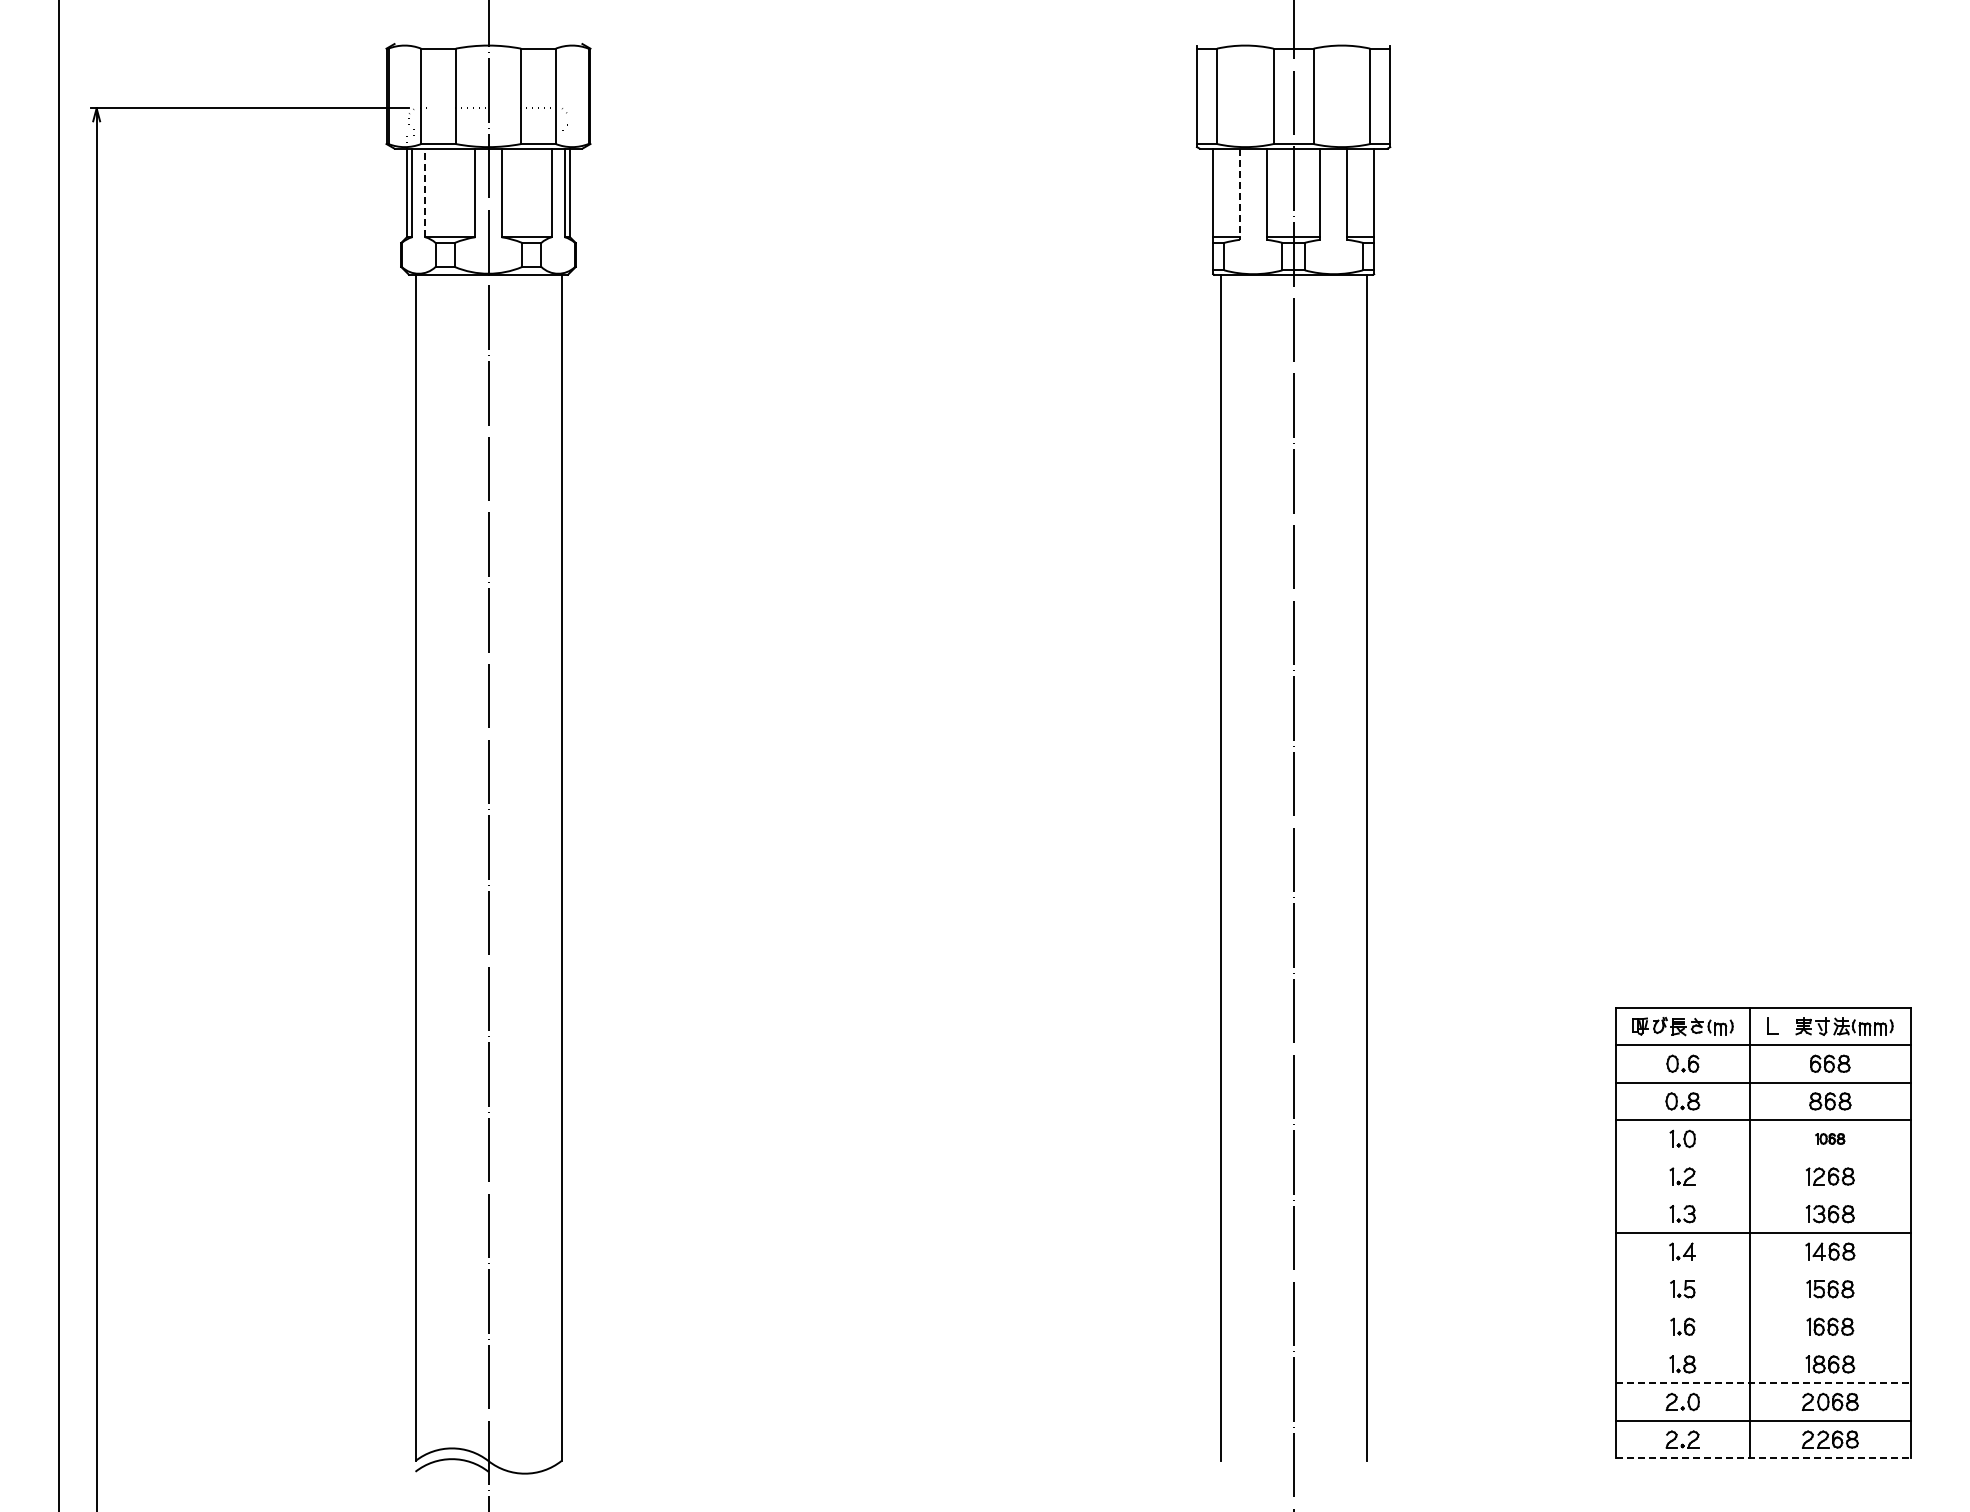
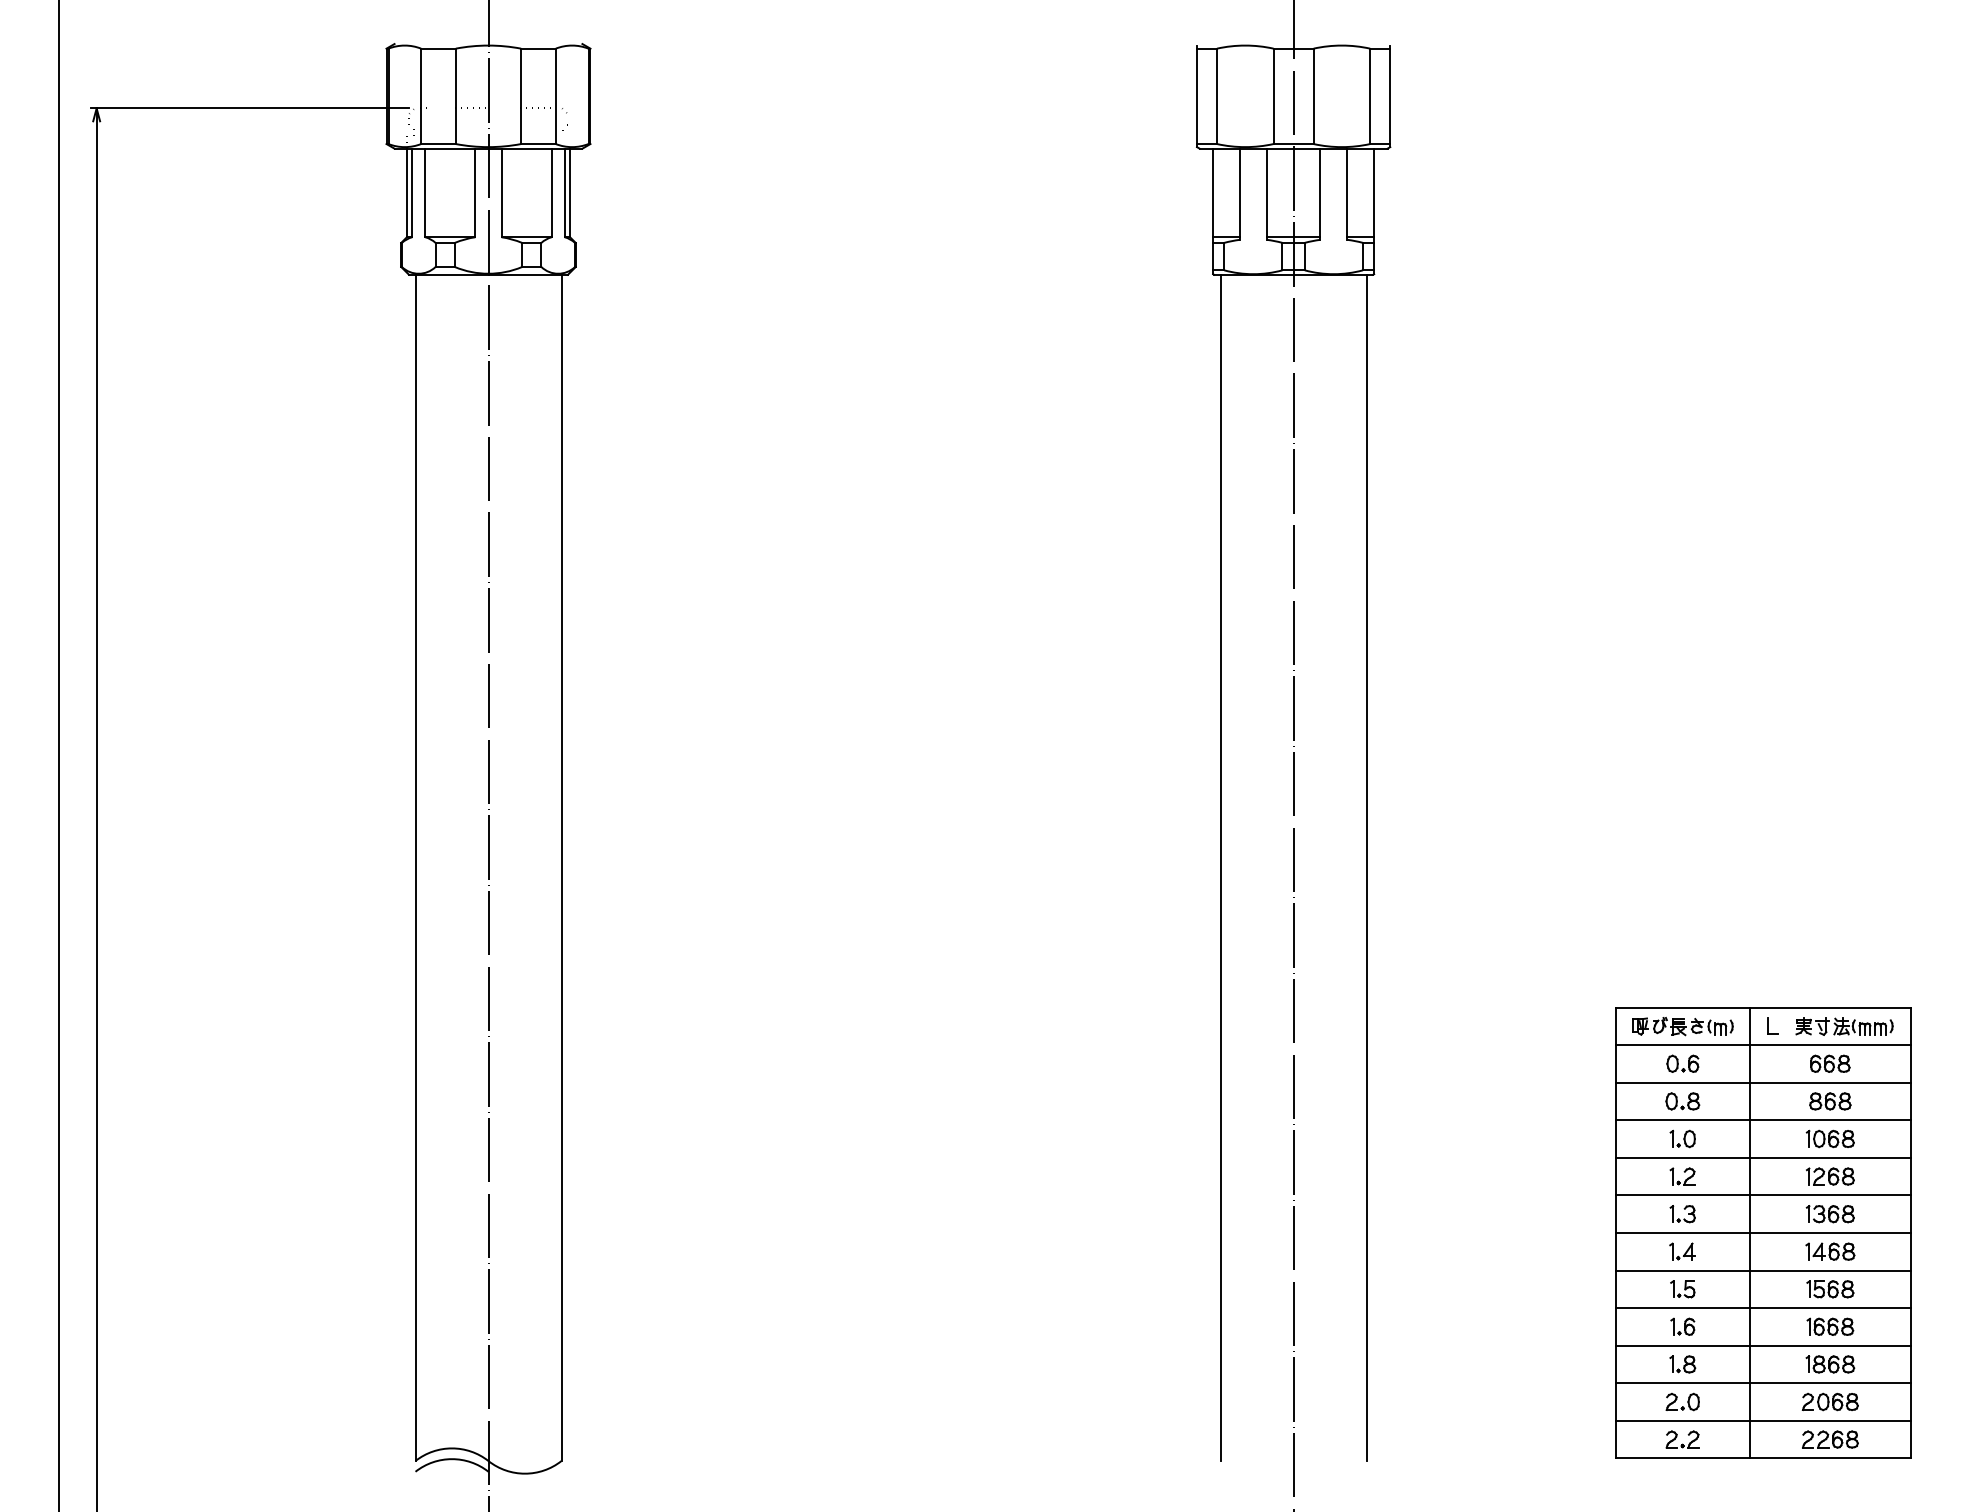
line at (425, 192): dashed -> solid
line at (1239, 194): dashed -> solid
part at (1830, 1138) size: 31x12 px -> 50x20 px
line at (1762, 1157): none -> present
line at (1762, 1195): none -> present
line at (1762, 1270): none -> present
line at (1762, 1308): none -> present
line at (1762, 1345): none -> present
line at (1763, 1383): dashed -> solid
line at (1763, 1458): dashed -> solid
